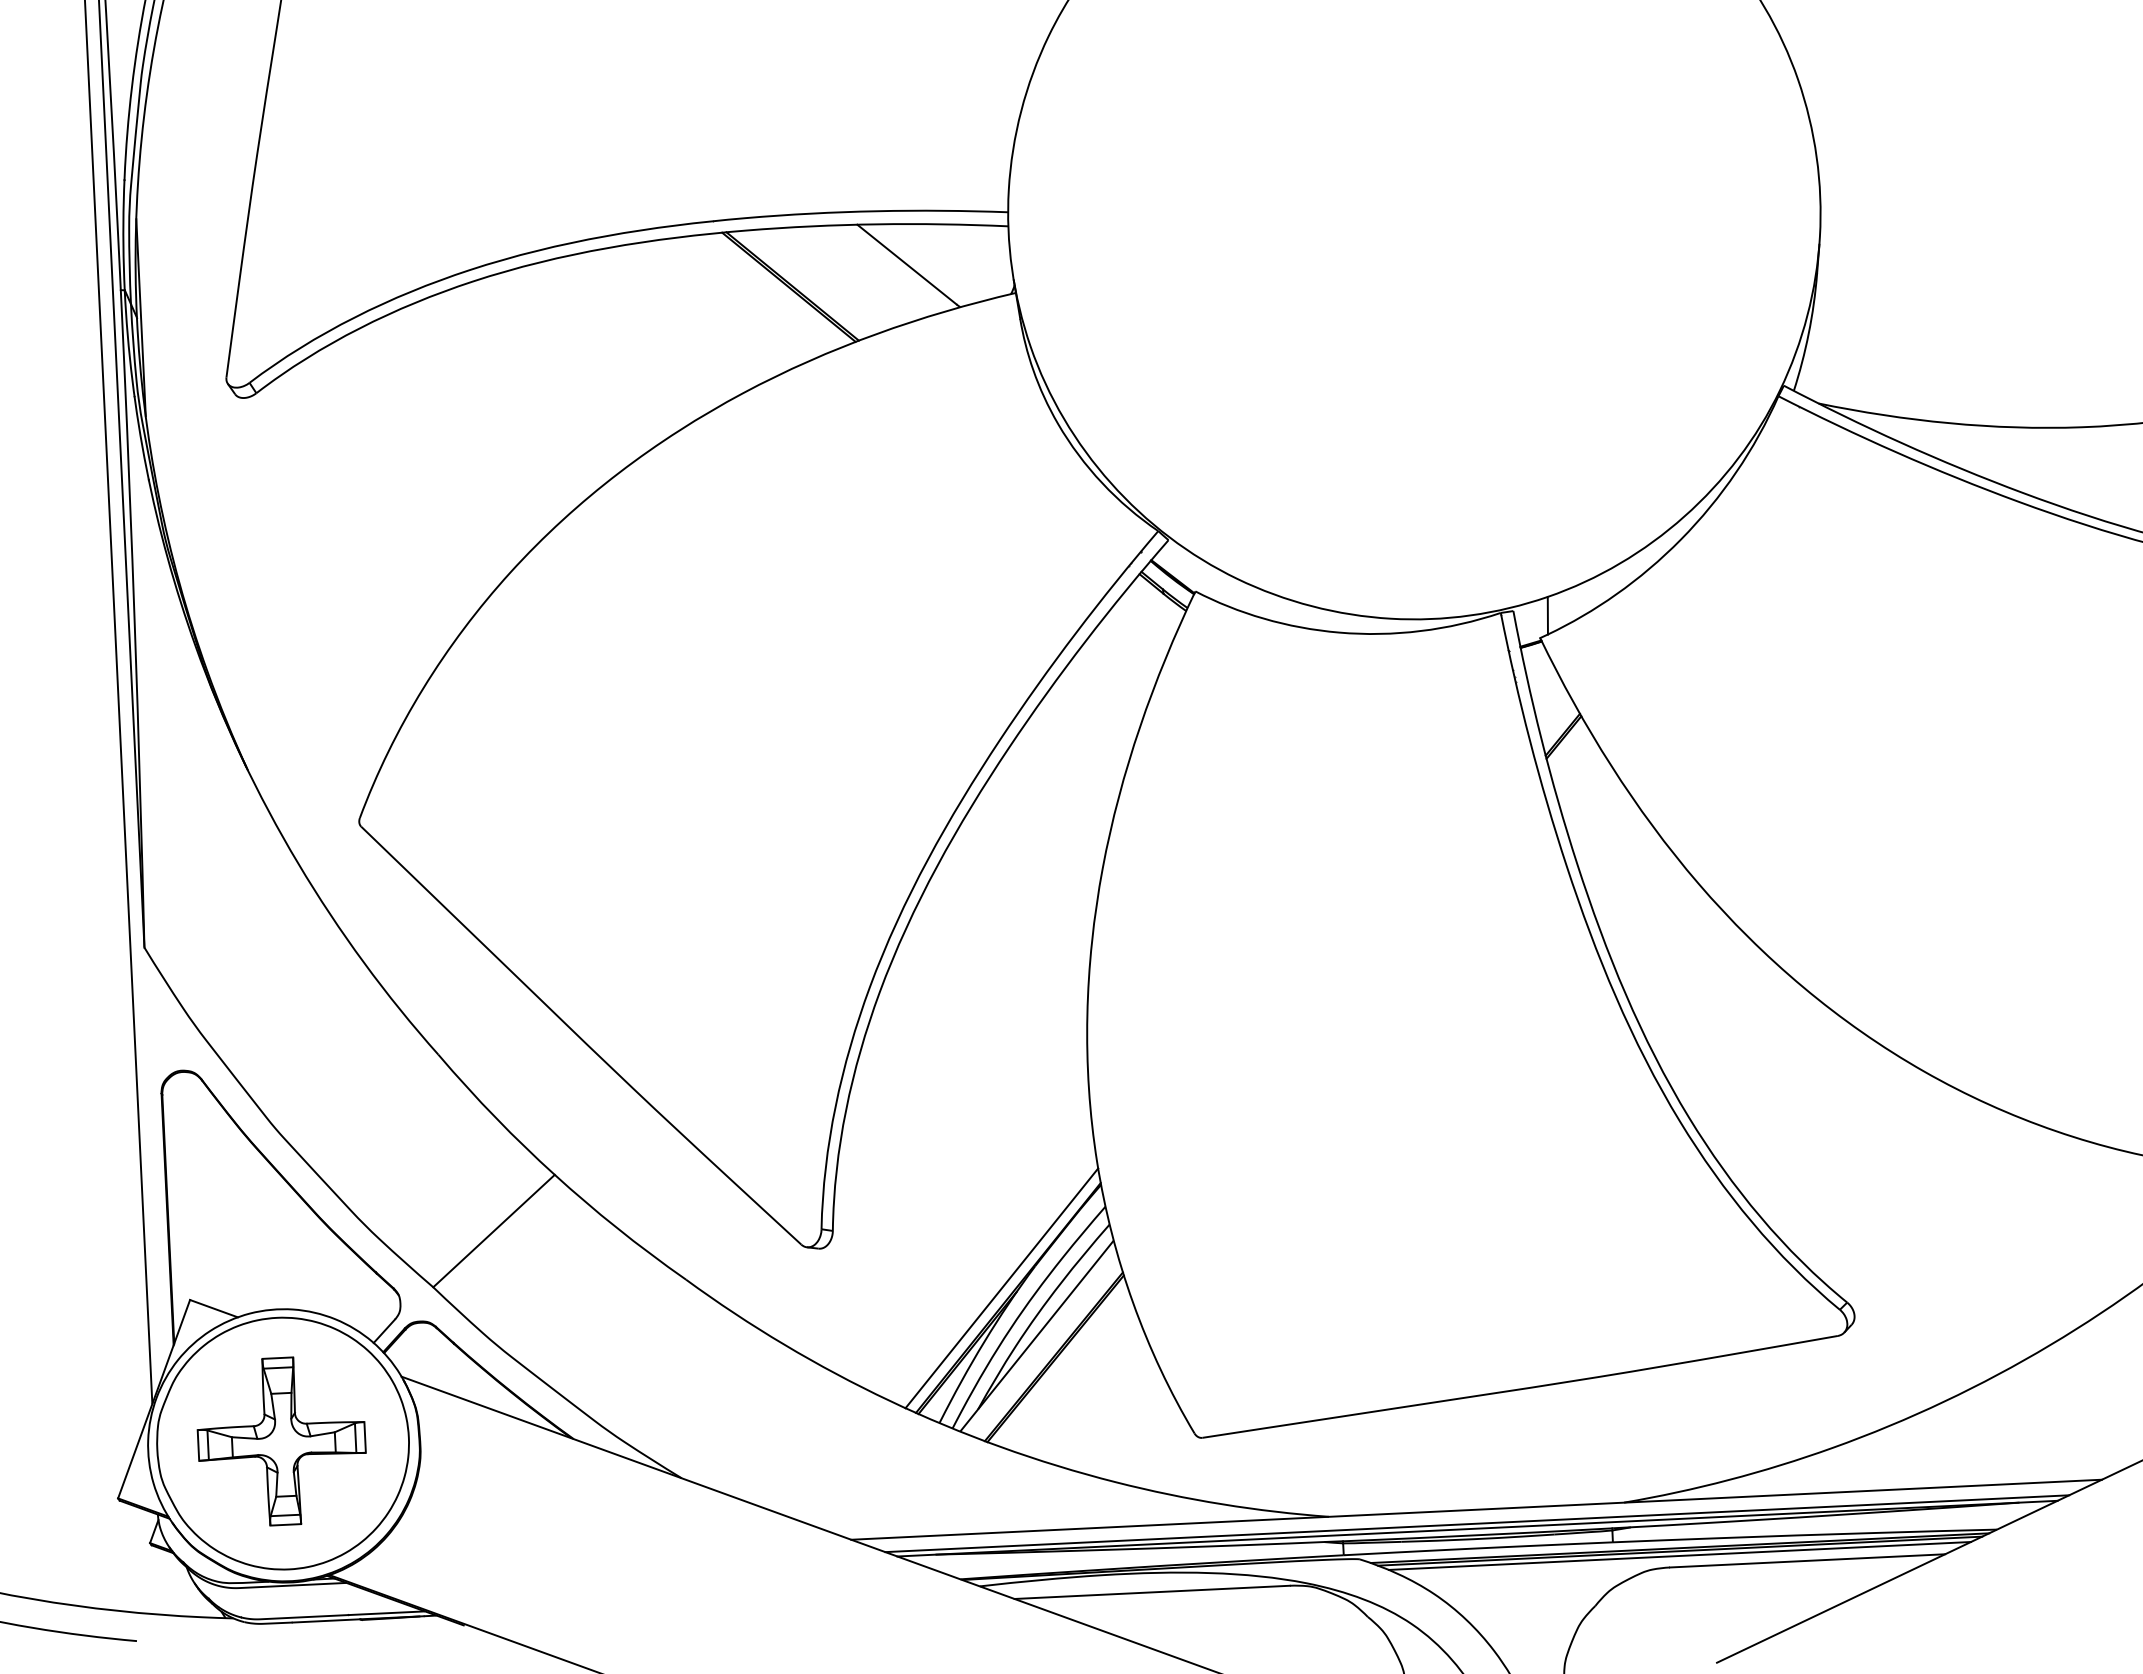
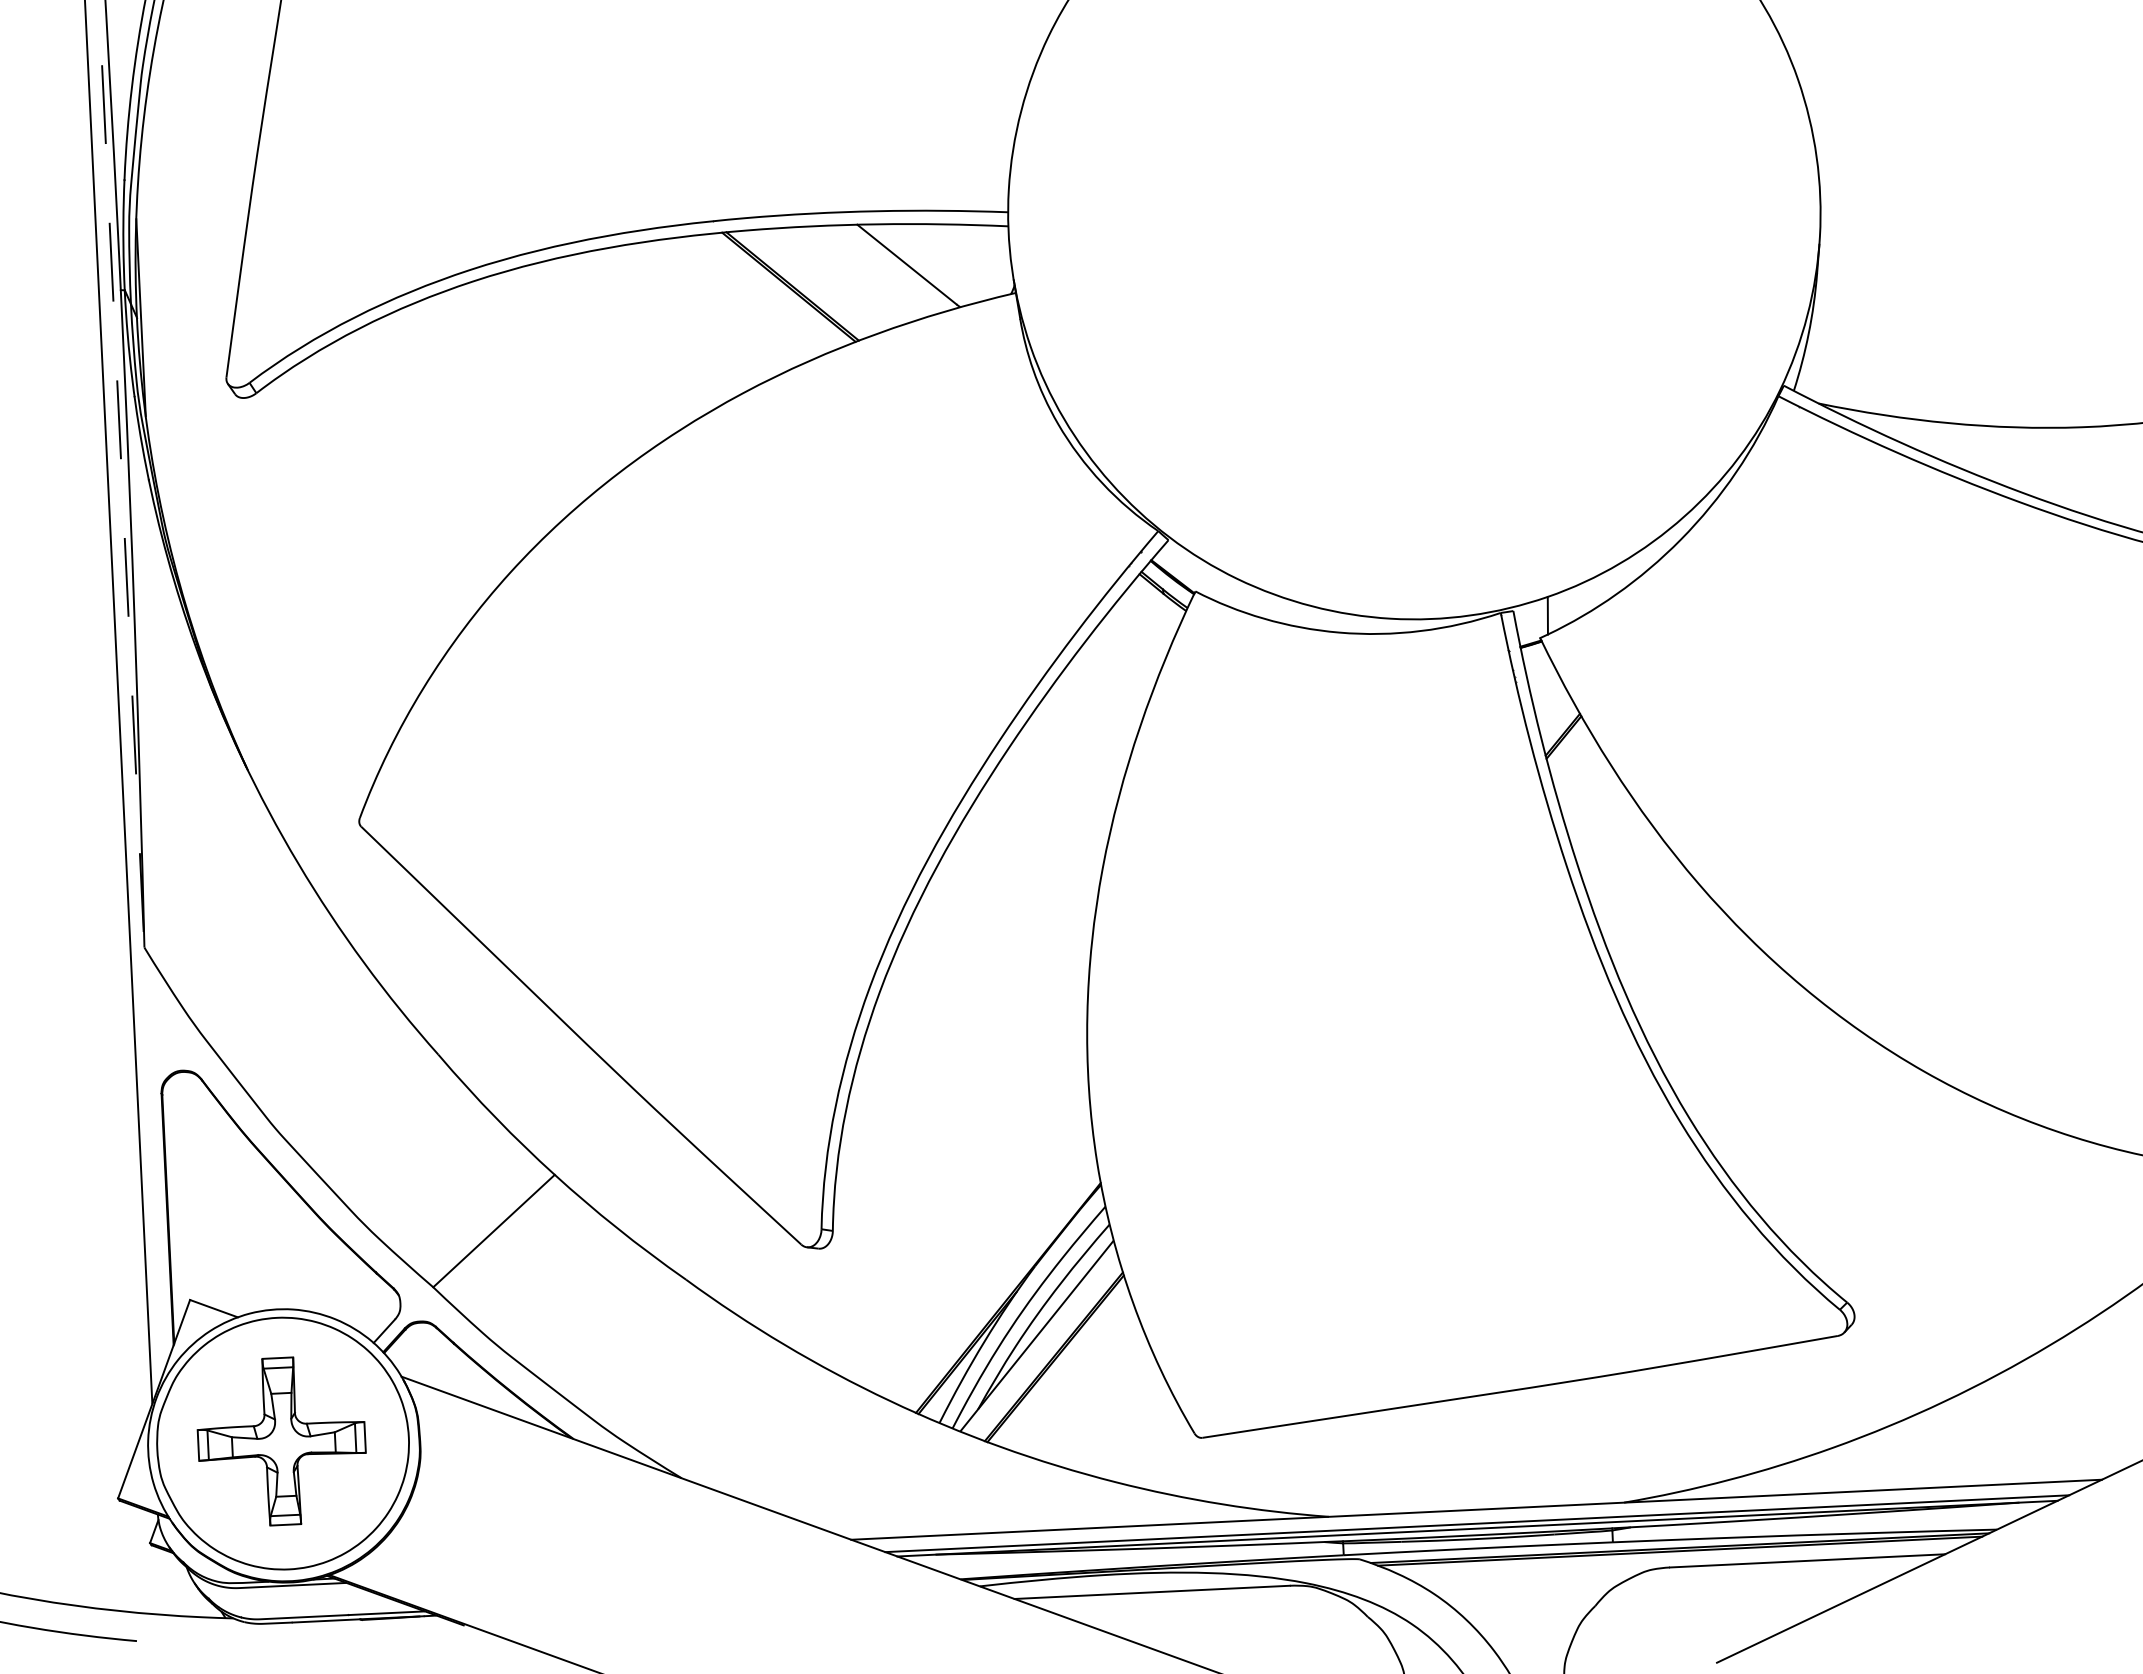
line at (121, 474): solid -> dashed
line at (1001, 1288): present -> none
line at (1679, 1555): present -> none
